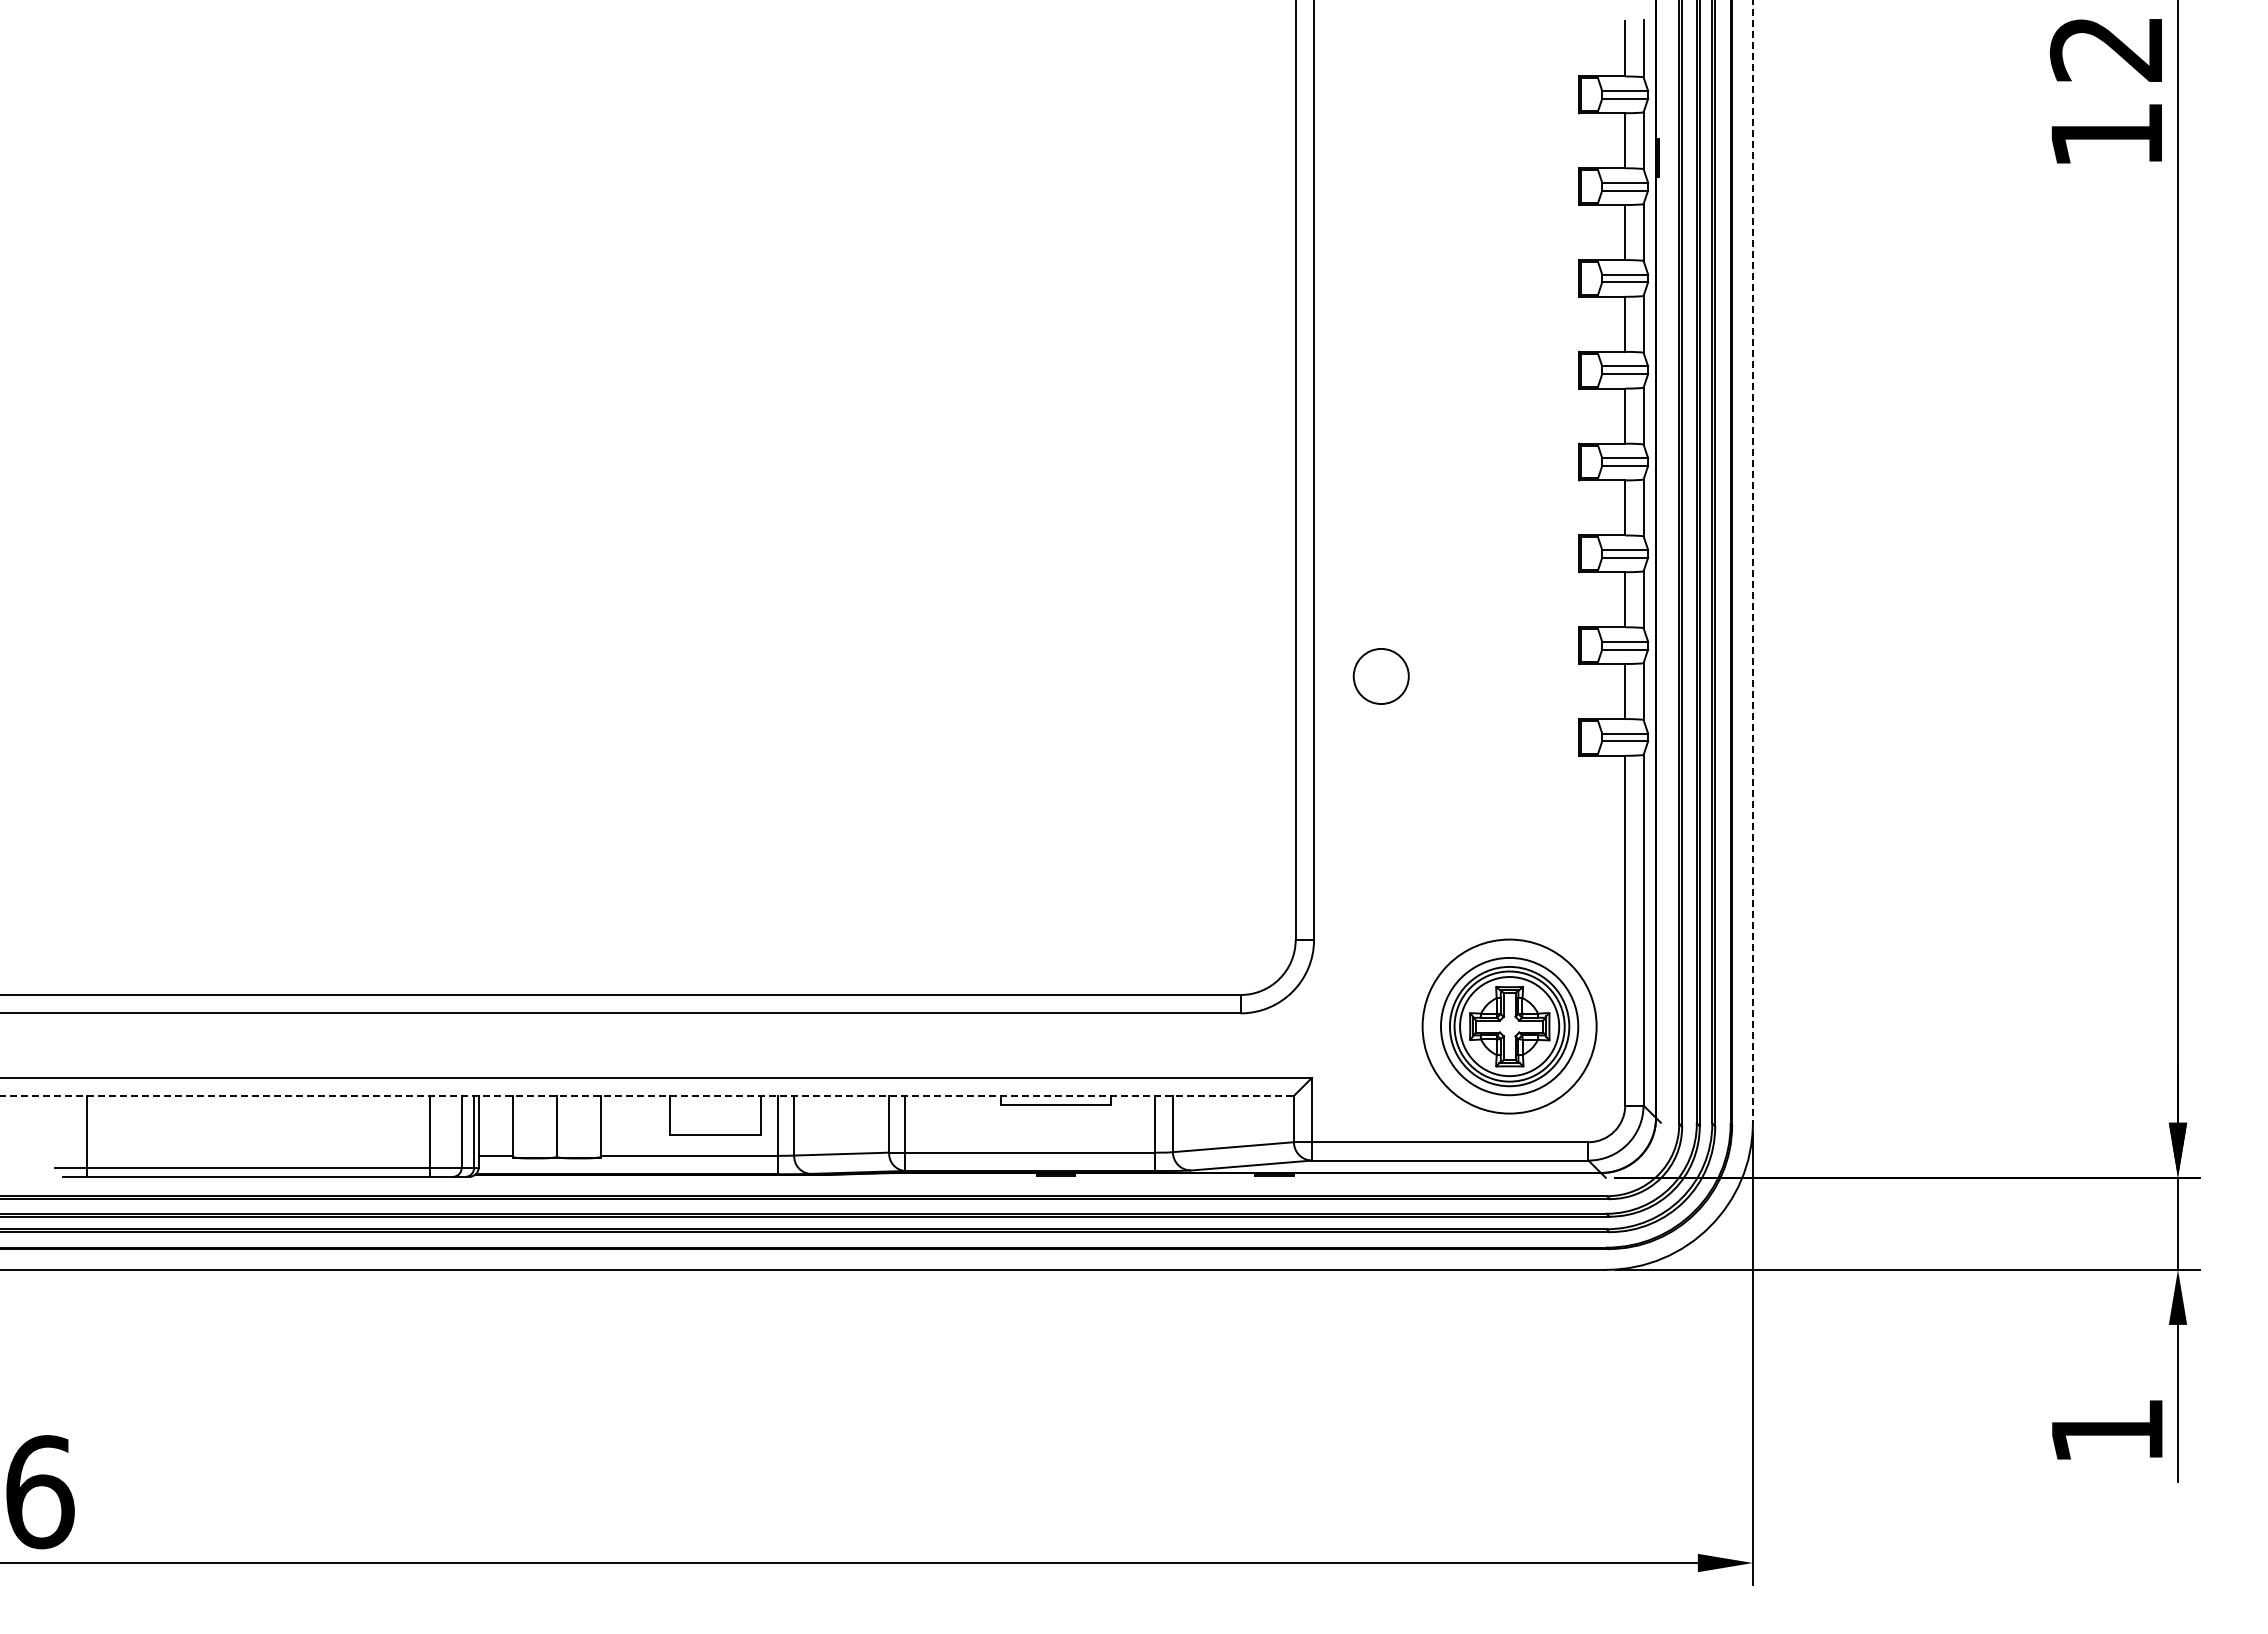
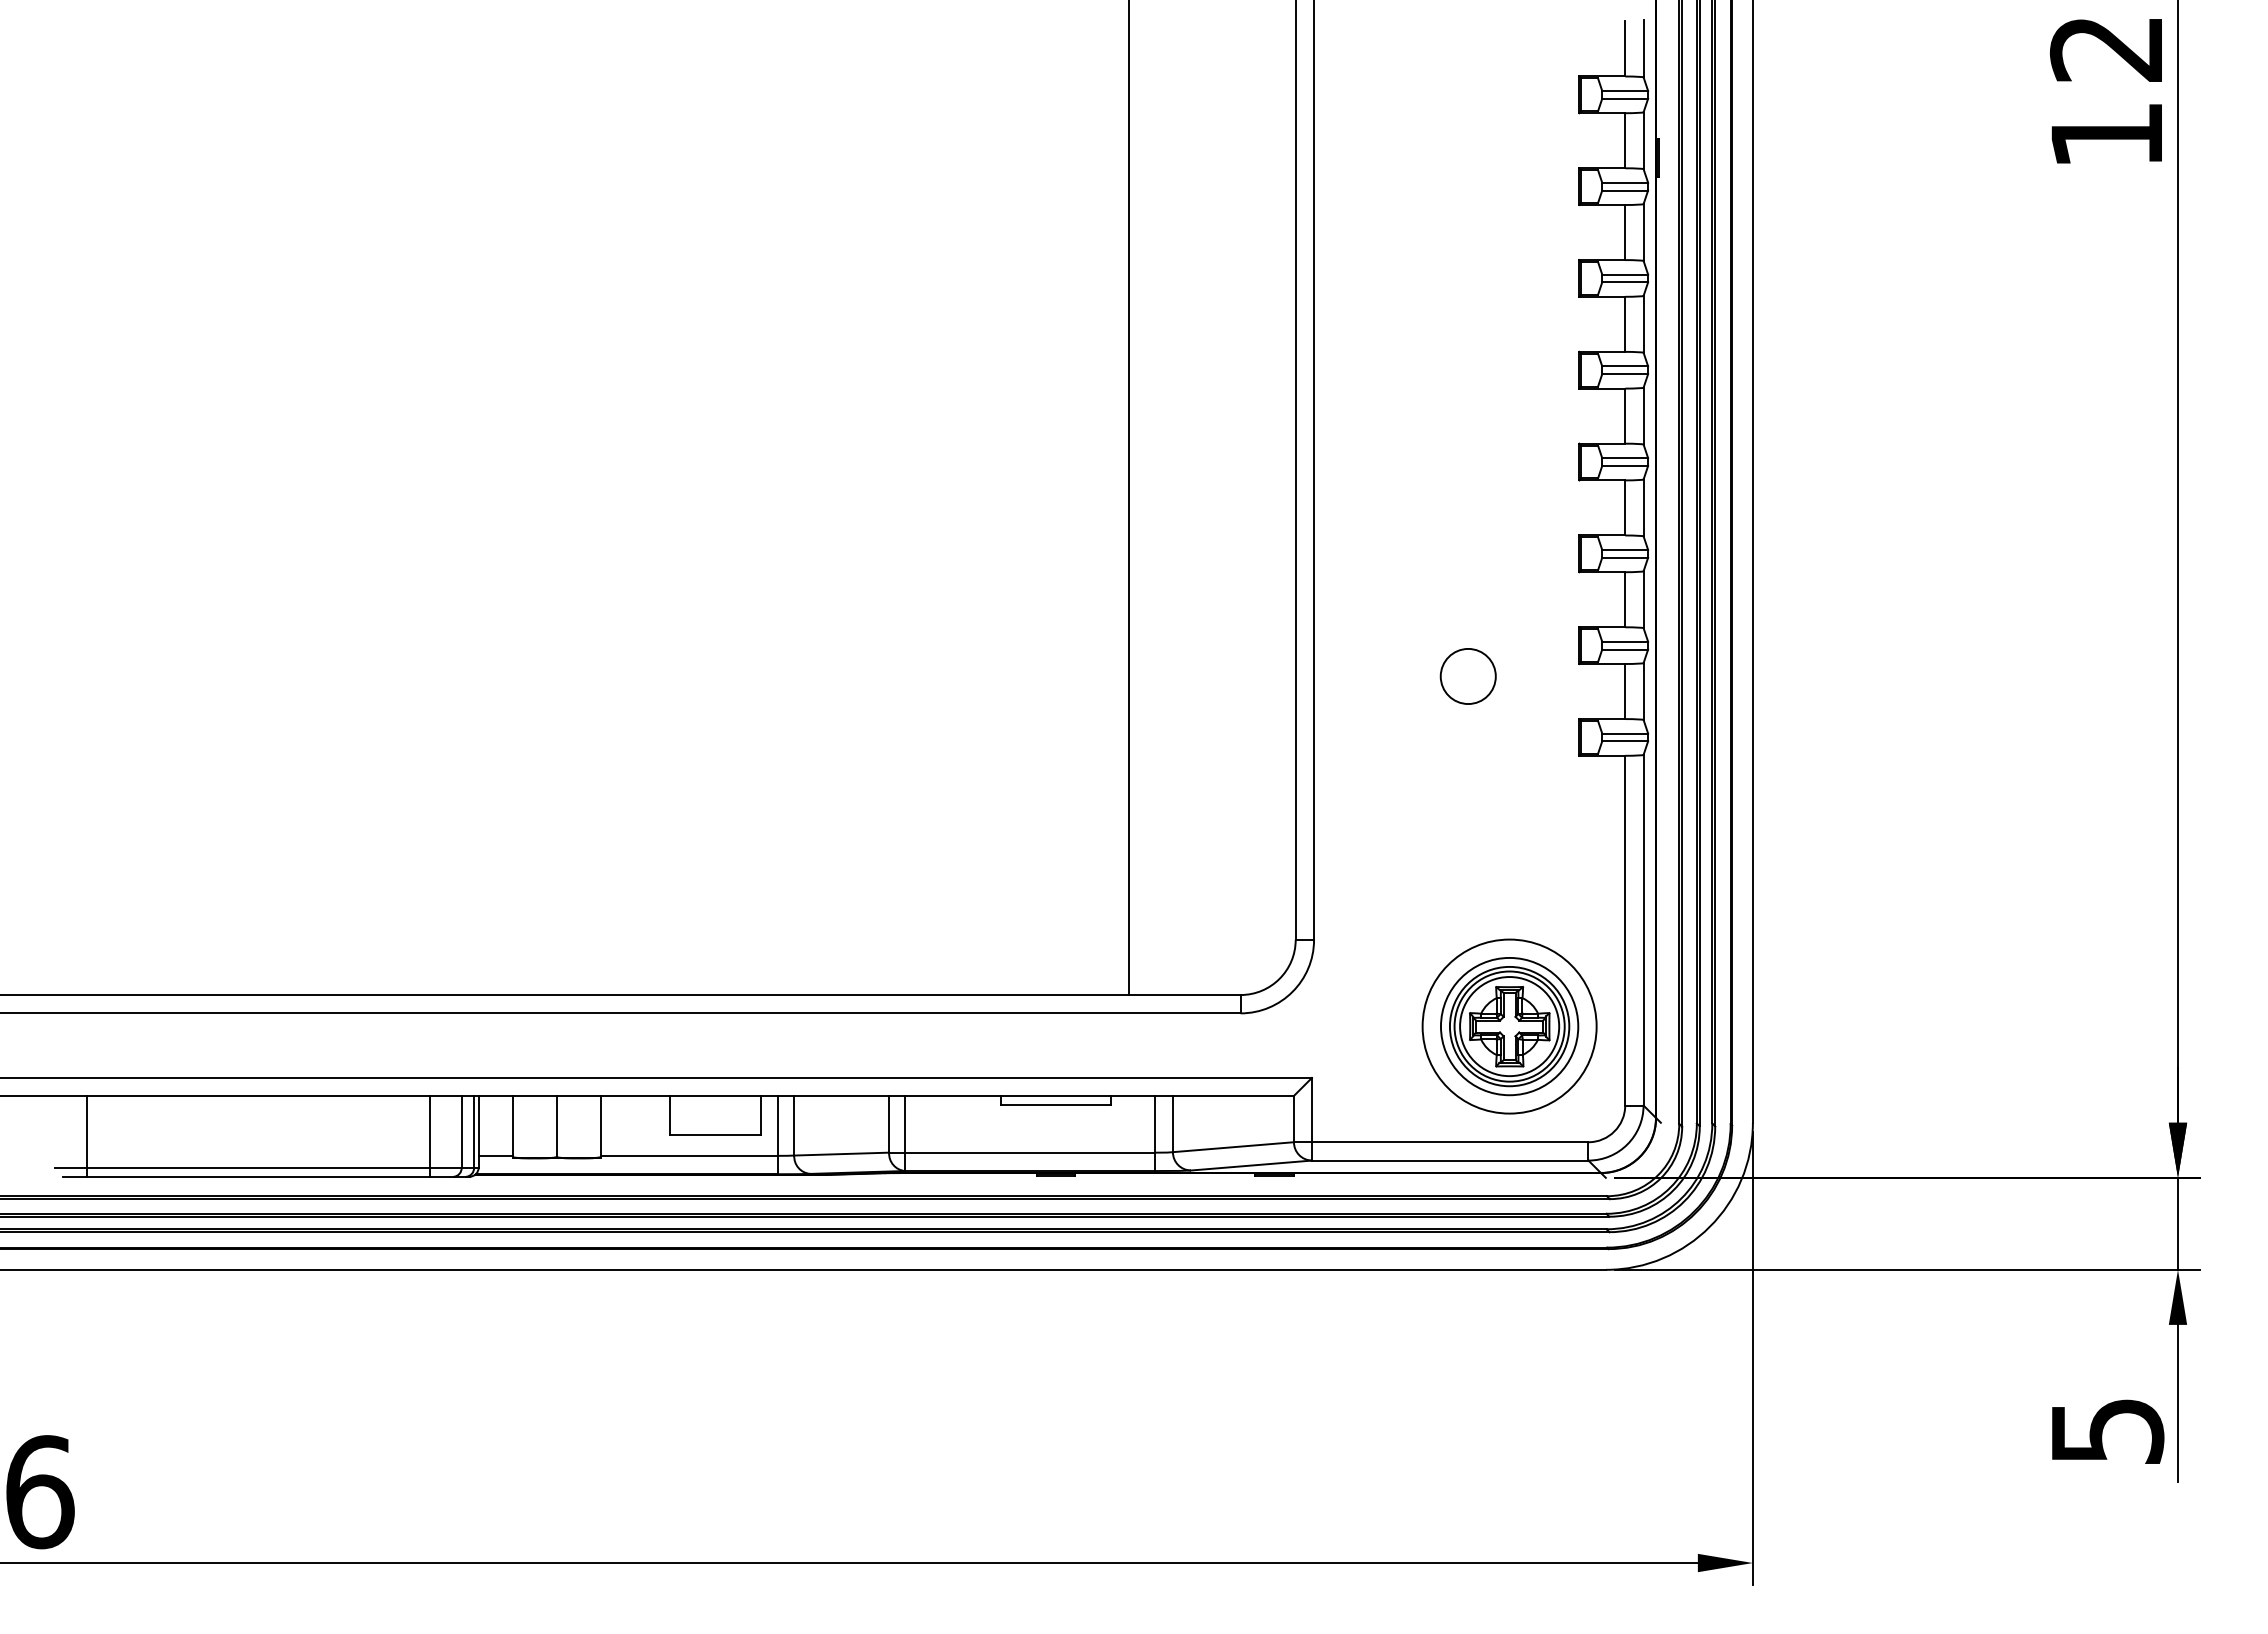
line at (1128, 498): none -> present
line at (1752, 562): dashed -> solid
circle at (1380, 676) position: (1380, 676) -> (1467, 676)
line at (646, 1096): dashed -> solid
text at (2108, 1431): 1 -> 5
